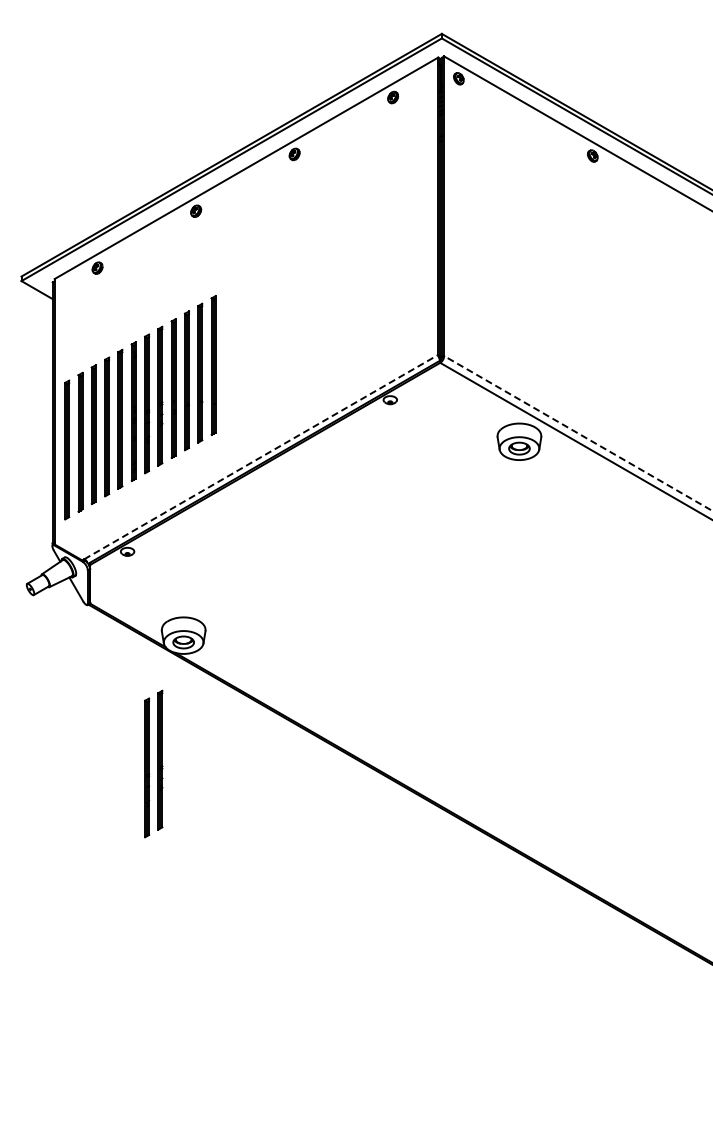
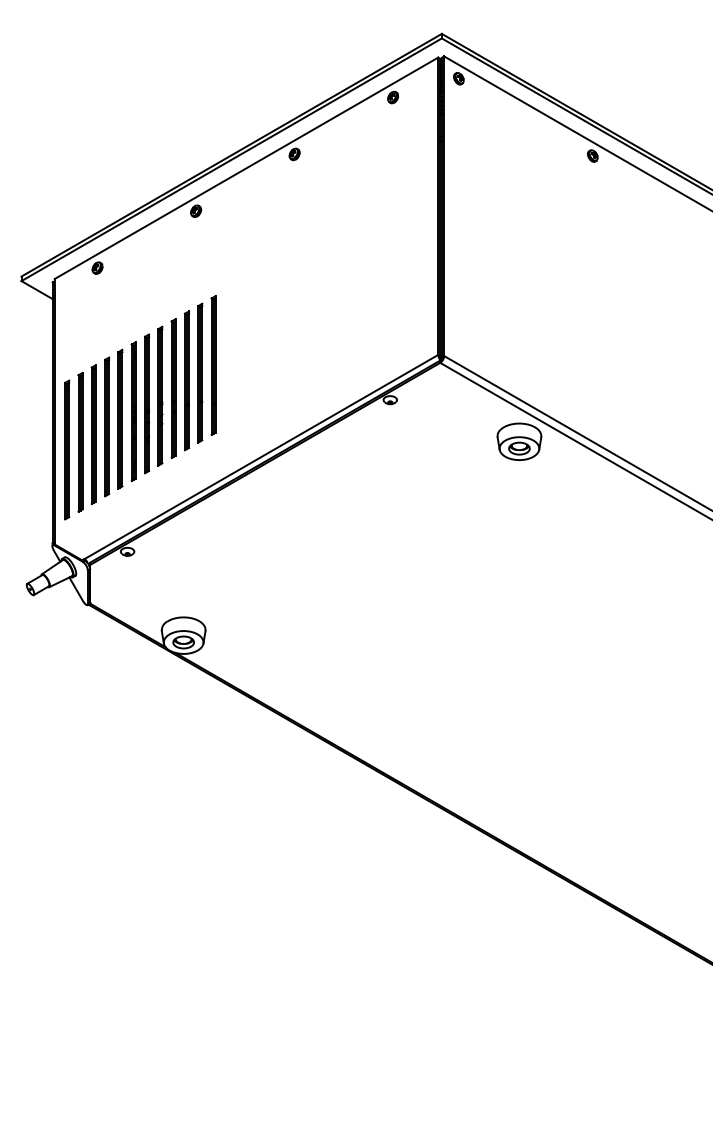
line at (578, 433): dashed -> solid
line at (261, 456): dashed -> solid
part at (153, 763): present -> none
